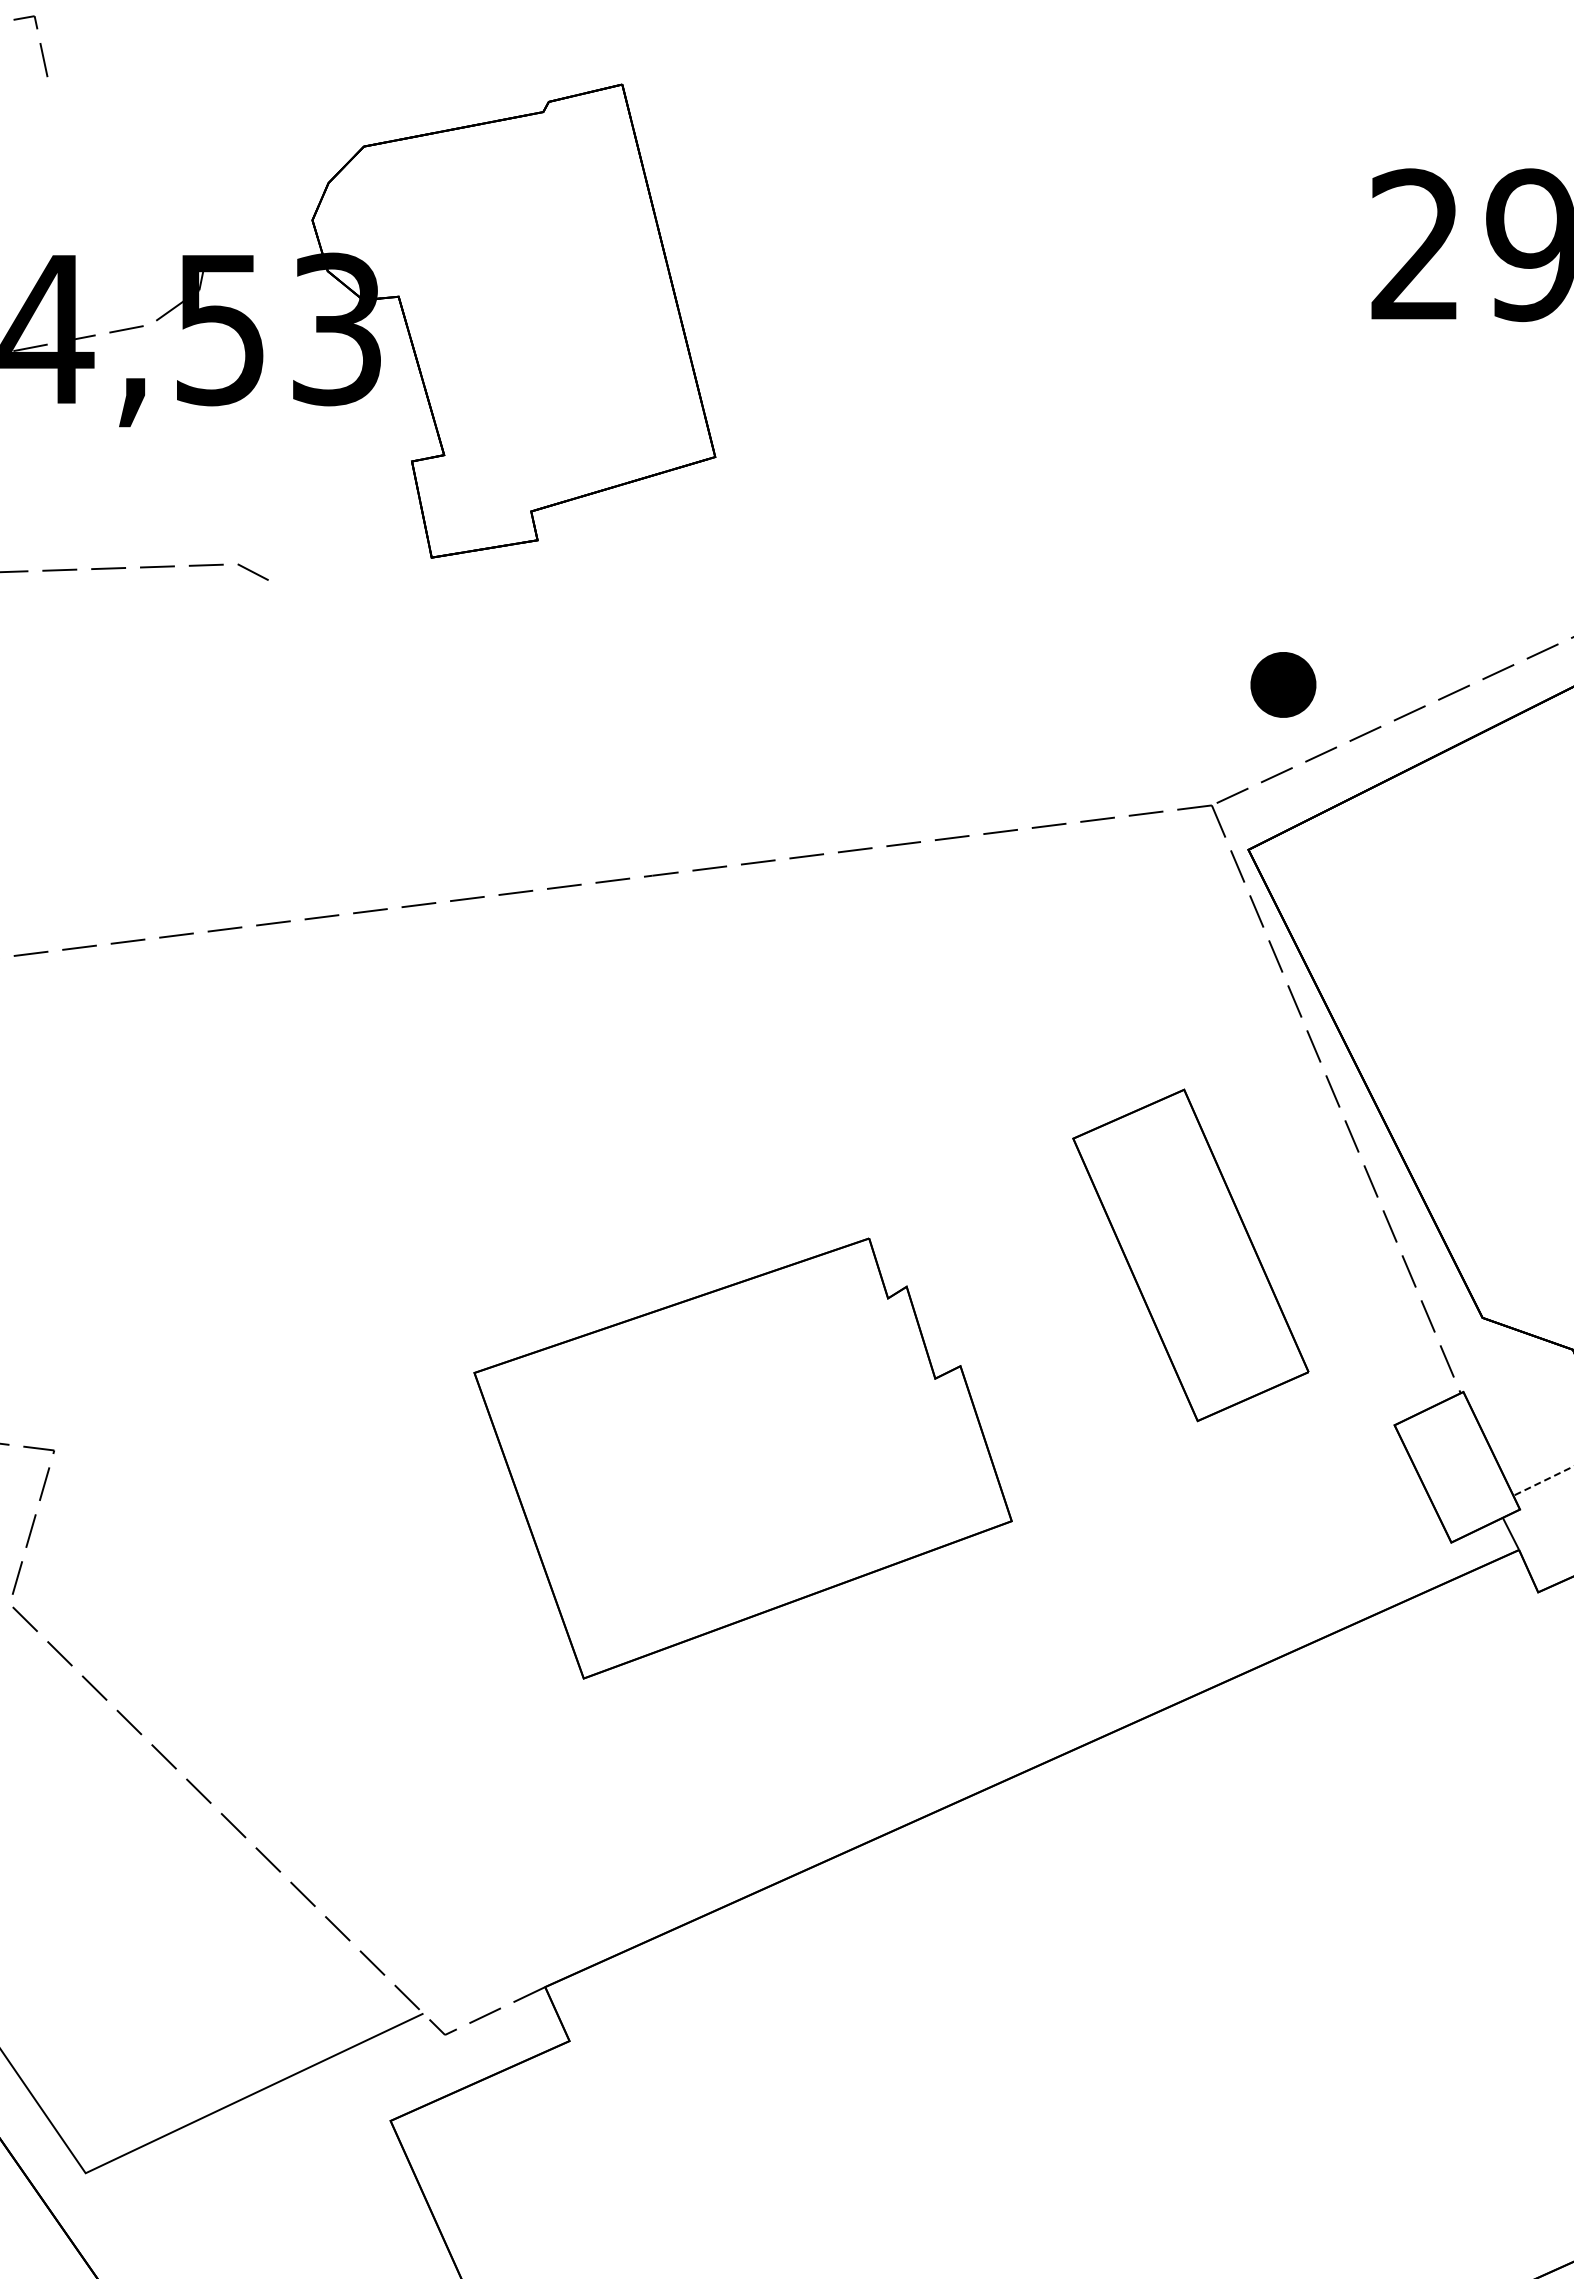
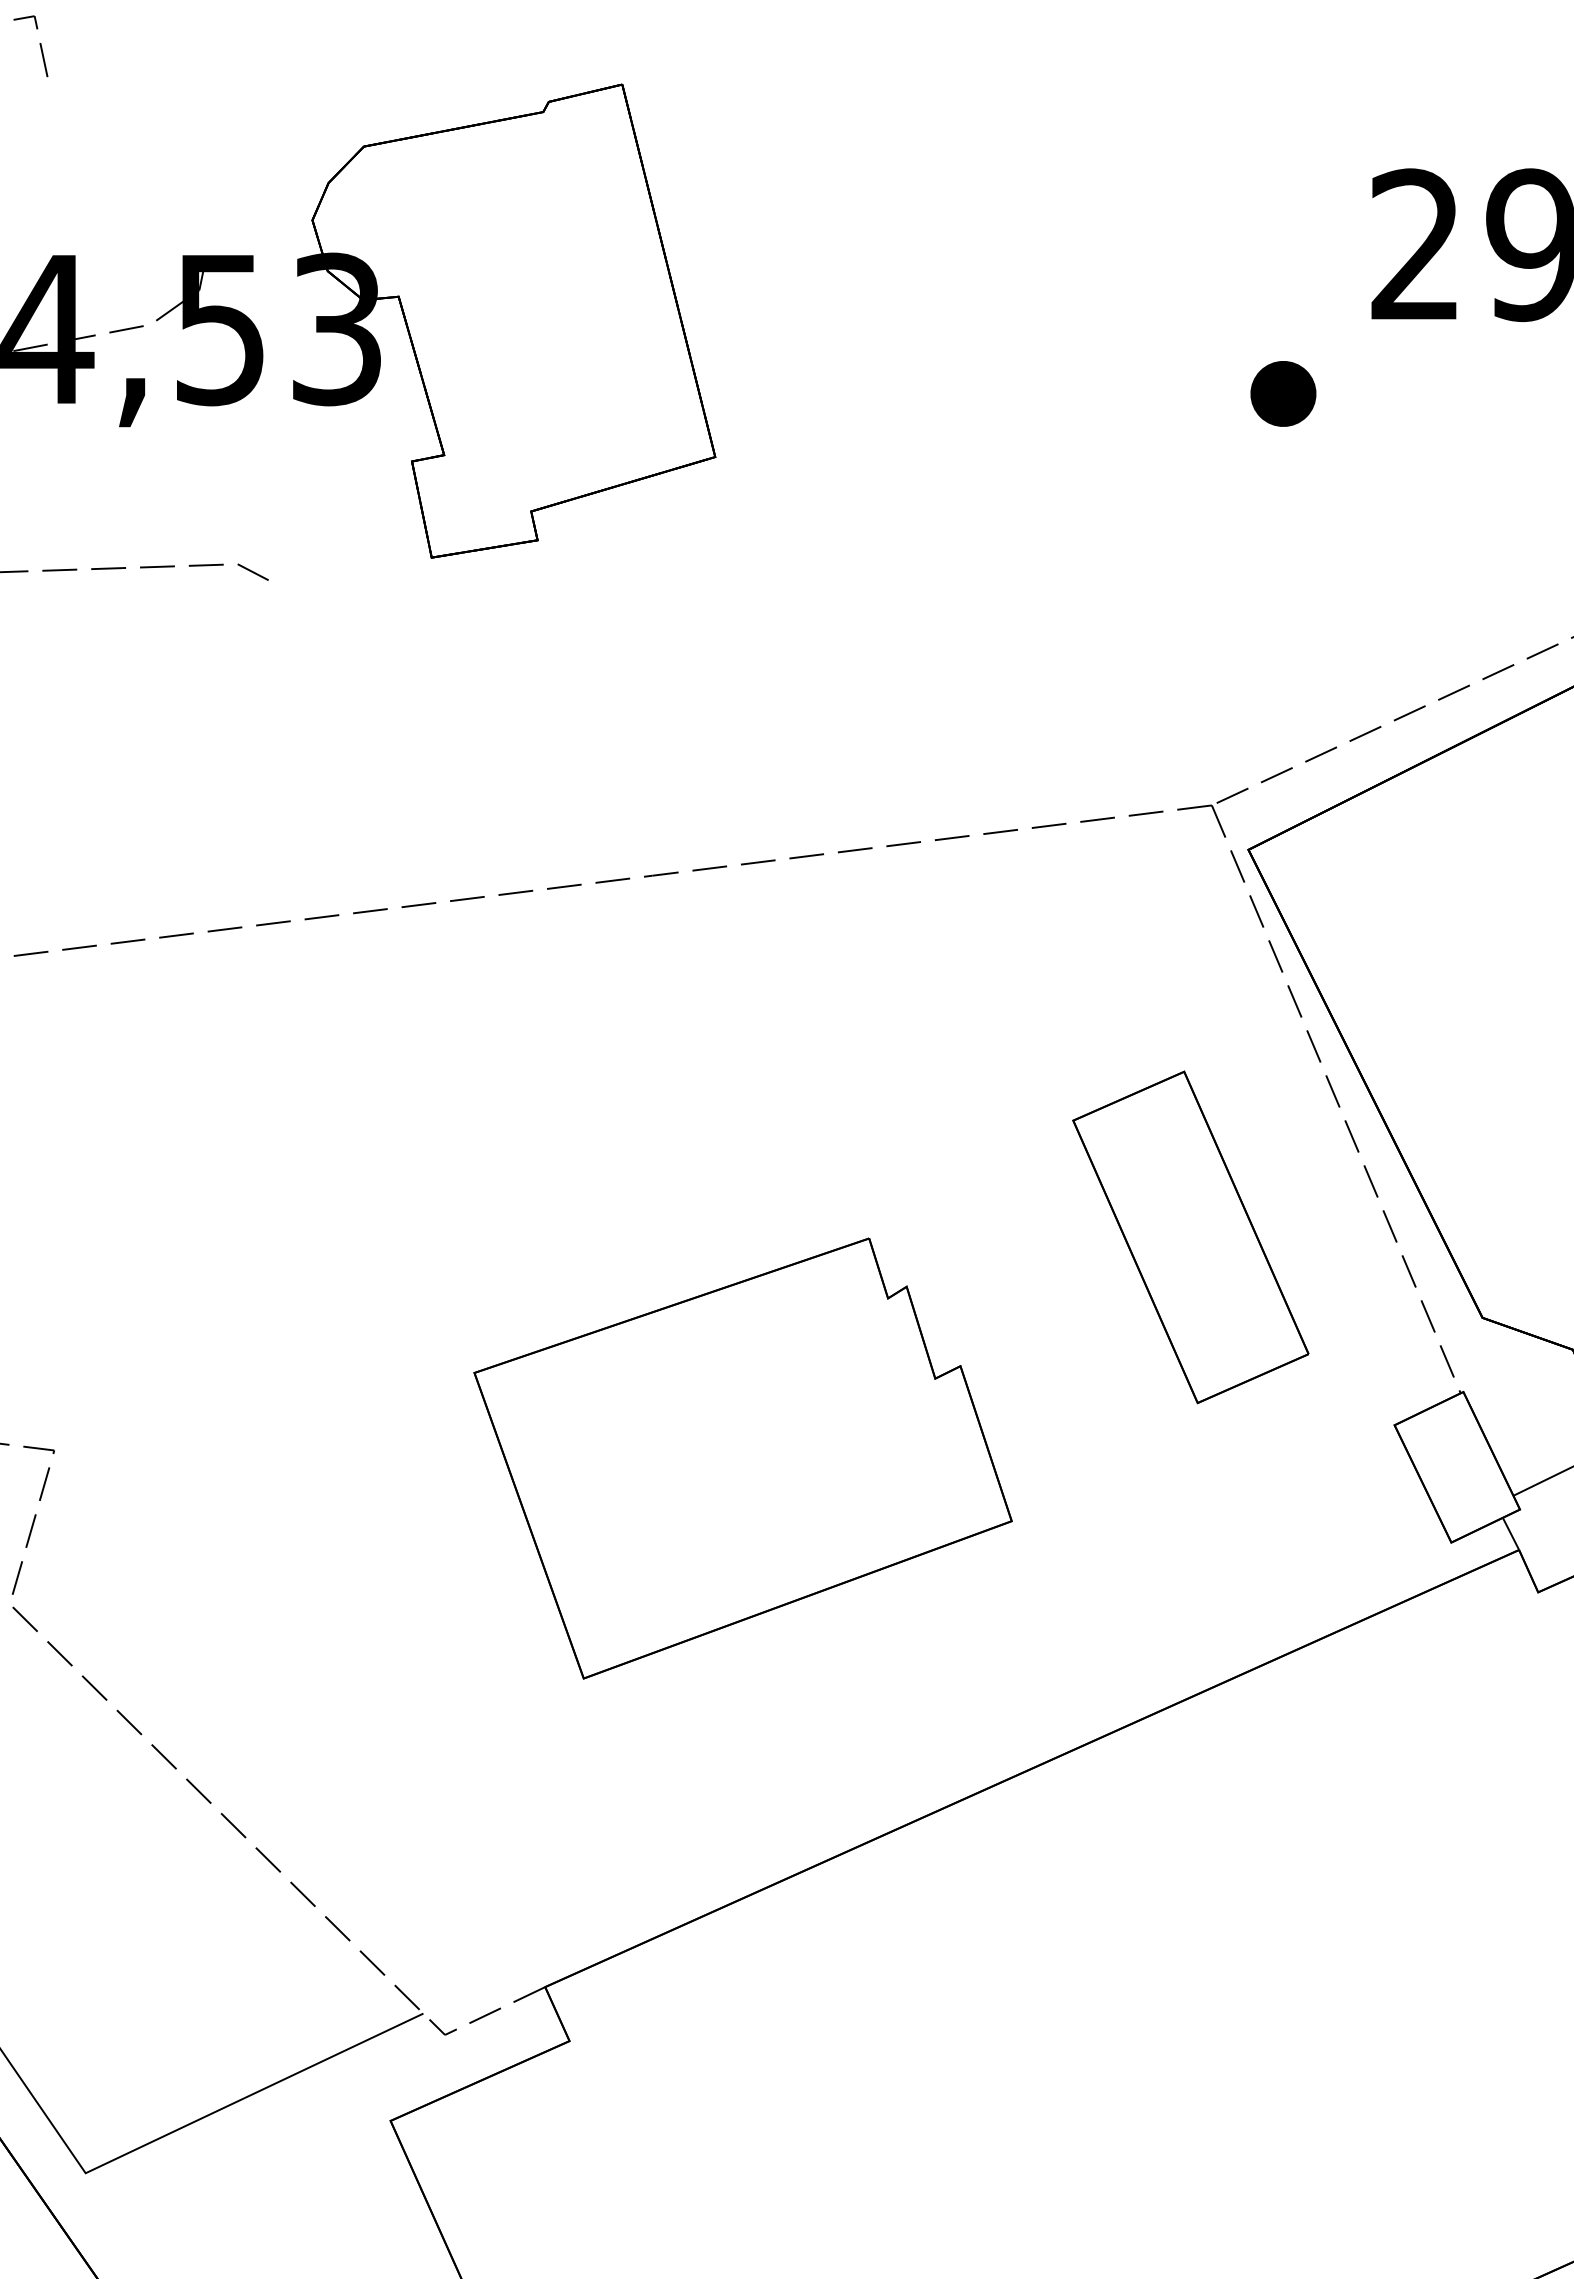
part at (1283, 684) position: (1283, 684) -> (1283, 393)
part at (1190, 1255) position: (1190, 1255) -> (1190, 1237)
line at (1542, 1481): dashed -> solid
